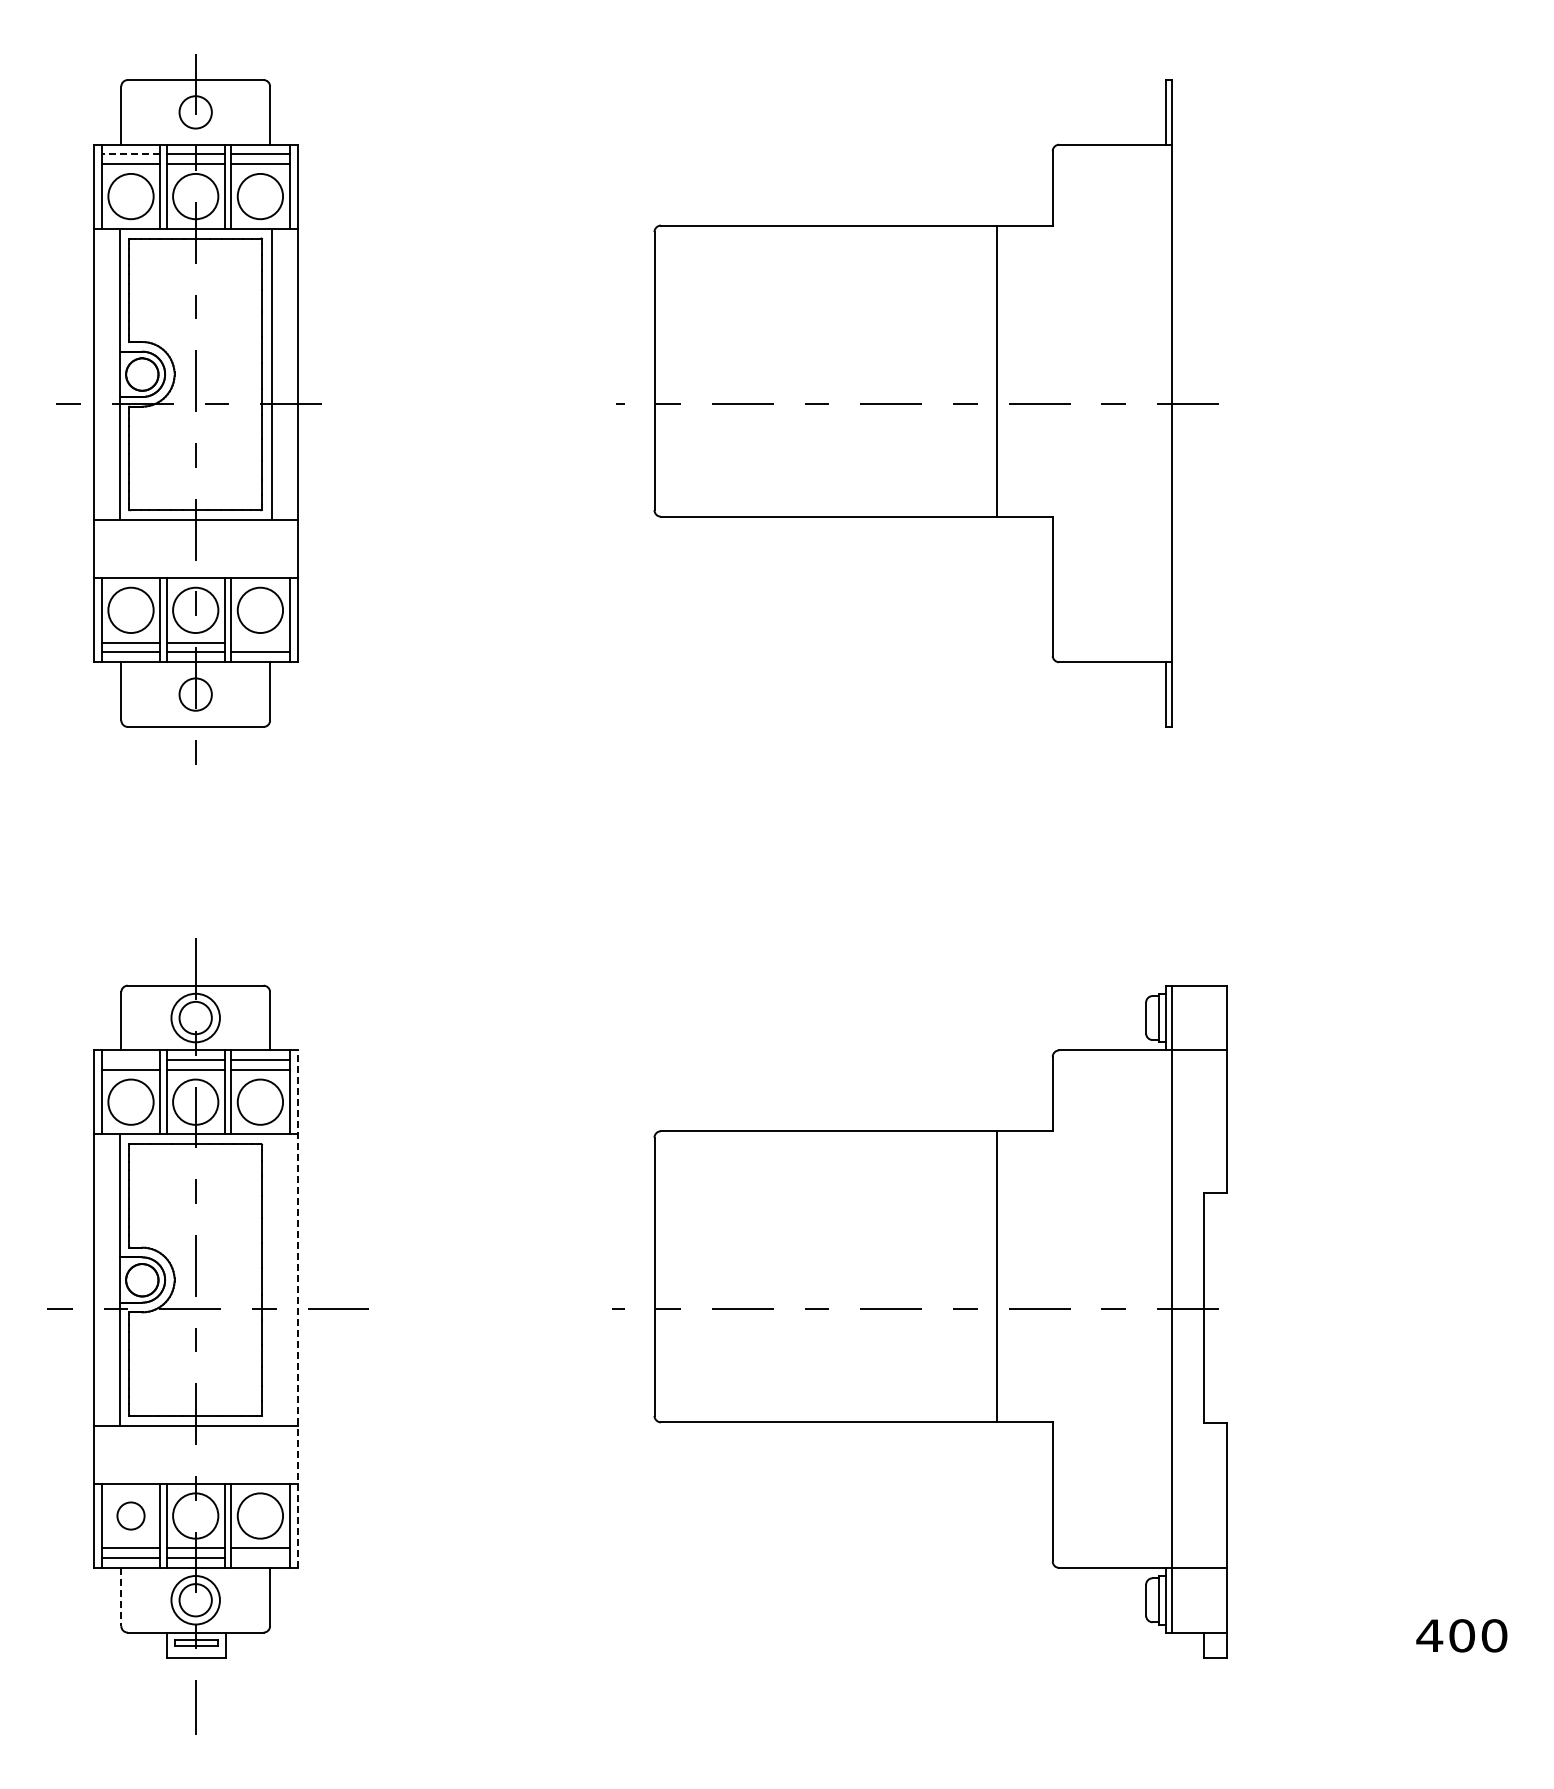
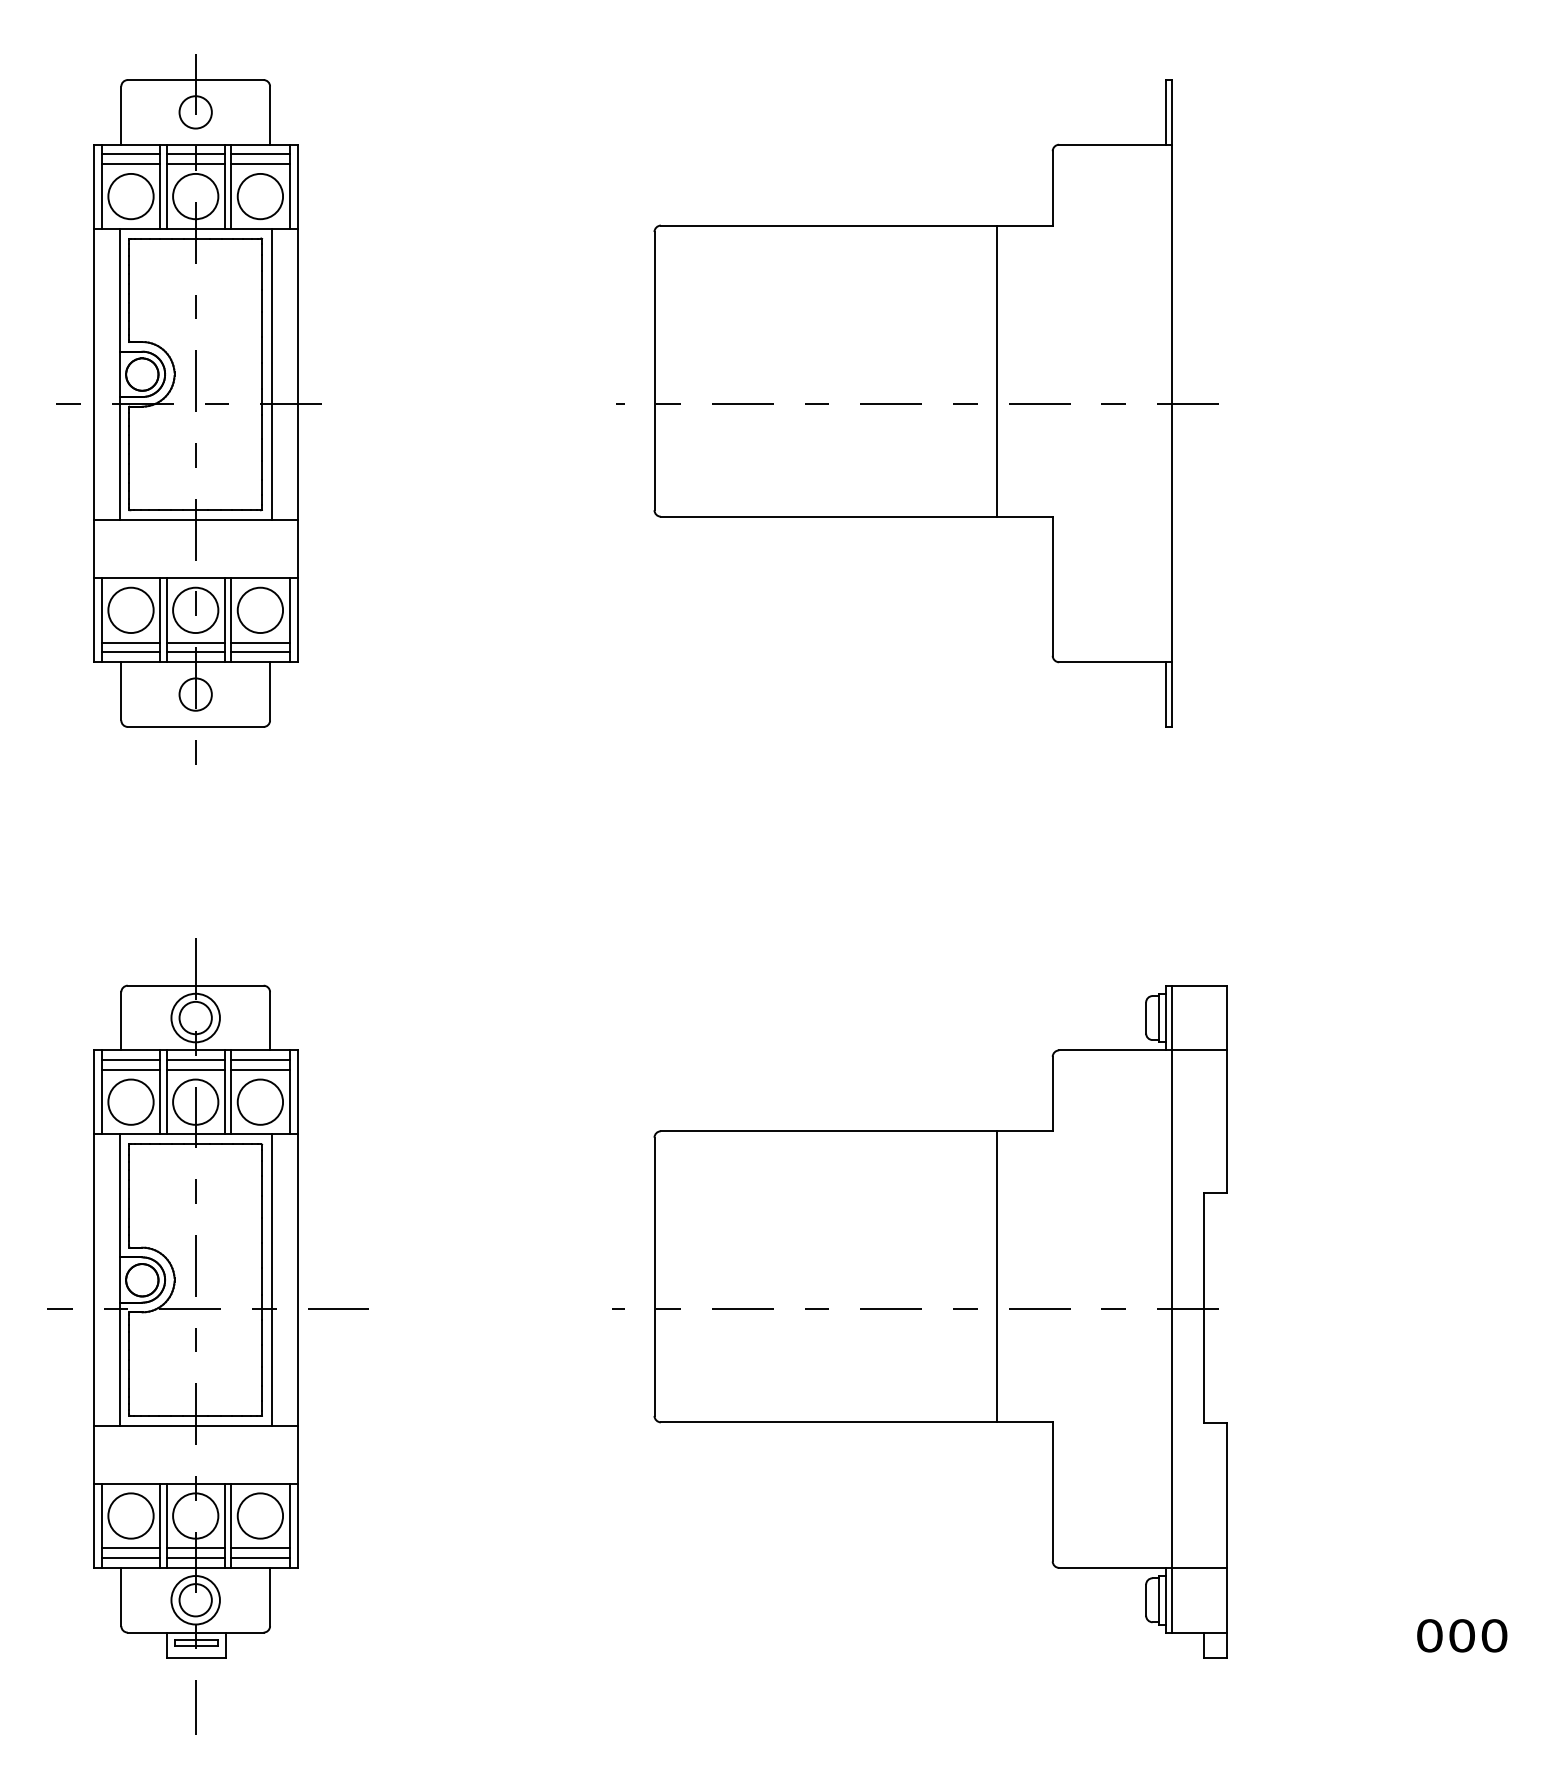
line at (130, 154): dashed -> solid
line at (260, 642): none -> present
line at (131, 1060): none -> present
line at (271, 1279): none -> present
line at (297, 1309): dashed -> solid
circle at (130, 1515) diameter: 27 px -> 45 px
line at (260, 1558): none -> present
line at (121, 1597): dashed -> solid
text at (1429, 1635): 400 -> 000
